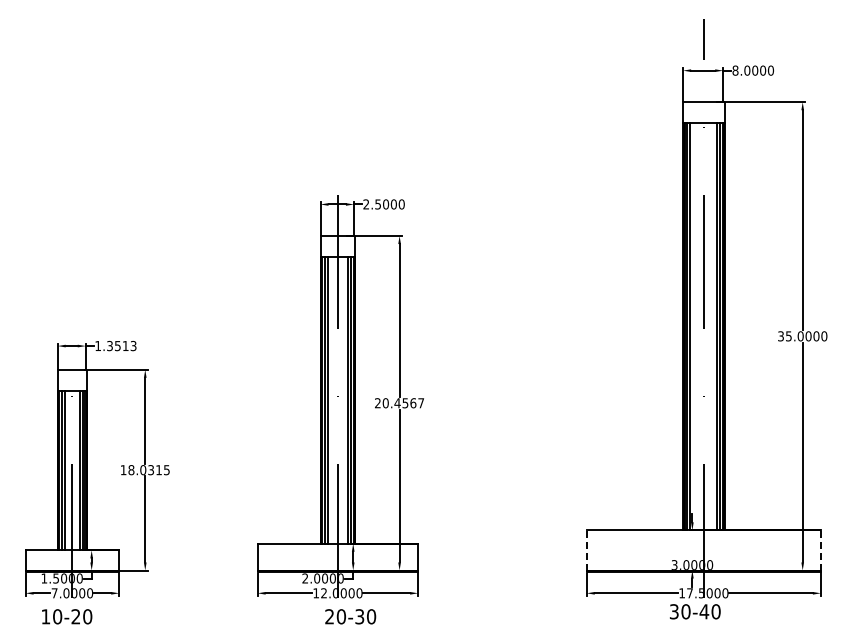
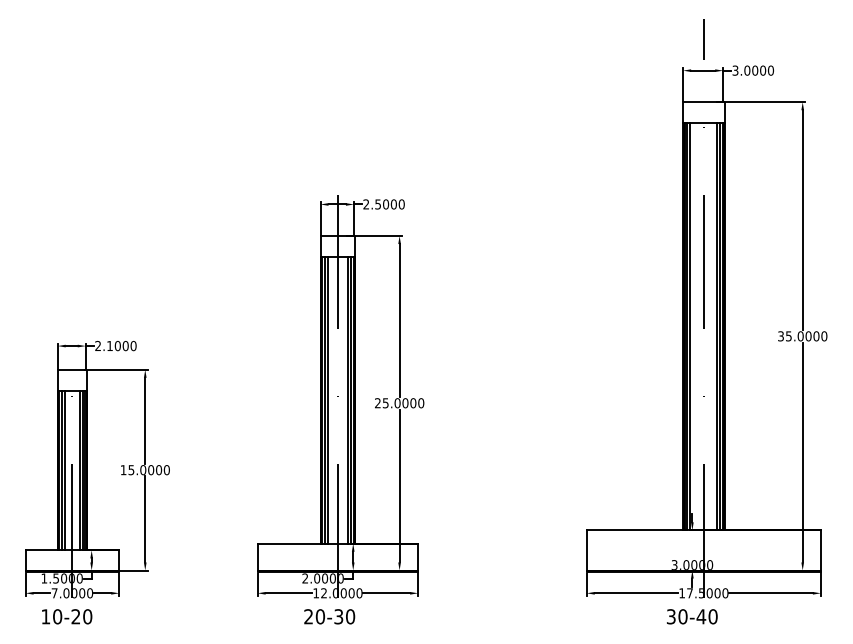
text at (735, 70): 8.0000 -> 3.0000
text at (115, 345): 1.3513 -> 2.1000
text at (403, 403): 20.4567 -> 25.0000
text at (148, 470): 18.0315 -> 15.0000
line at (586, 549): dashed -> solid
line at (820, 549): dashed -> solid
text at (695, 611) position: (695, 611) -> (692, 616)
text at (350, 616) position: (350, 616) -> (329, 616)
